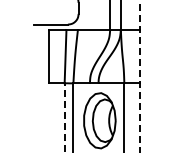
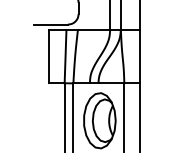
line at (140, 76): dashed -> solid
line at (64, 117): dashed -> solid
